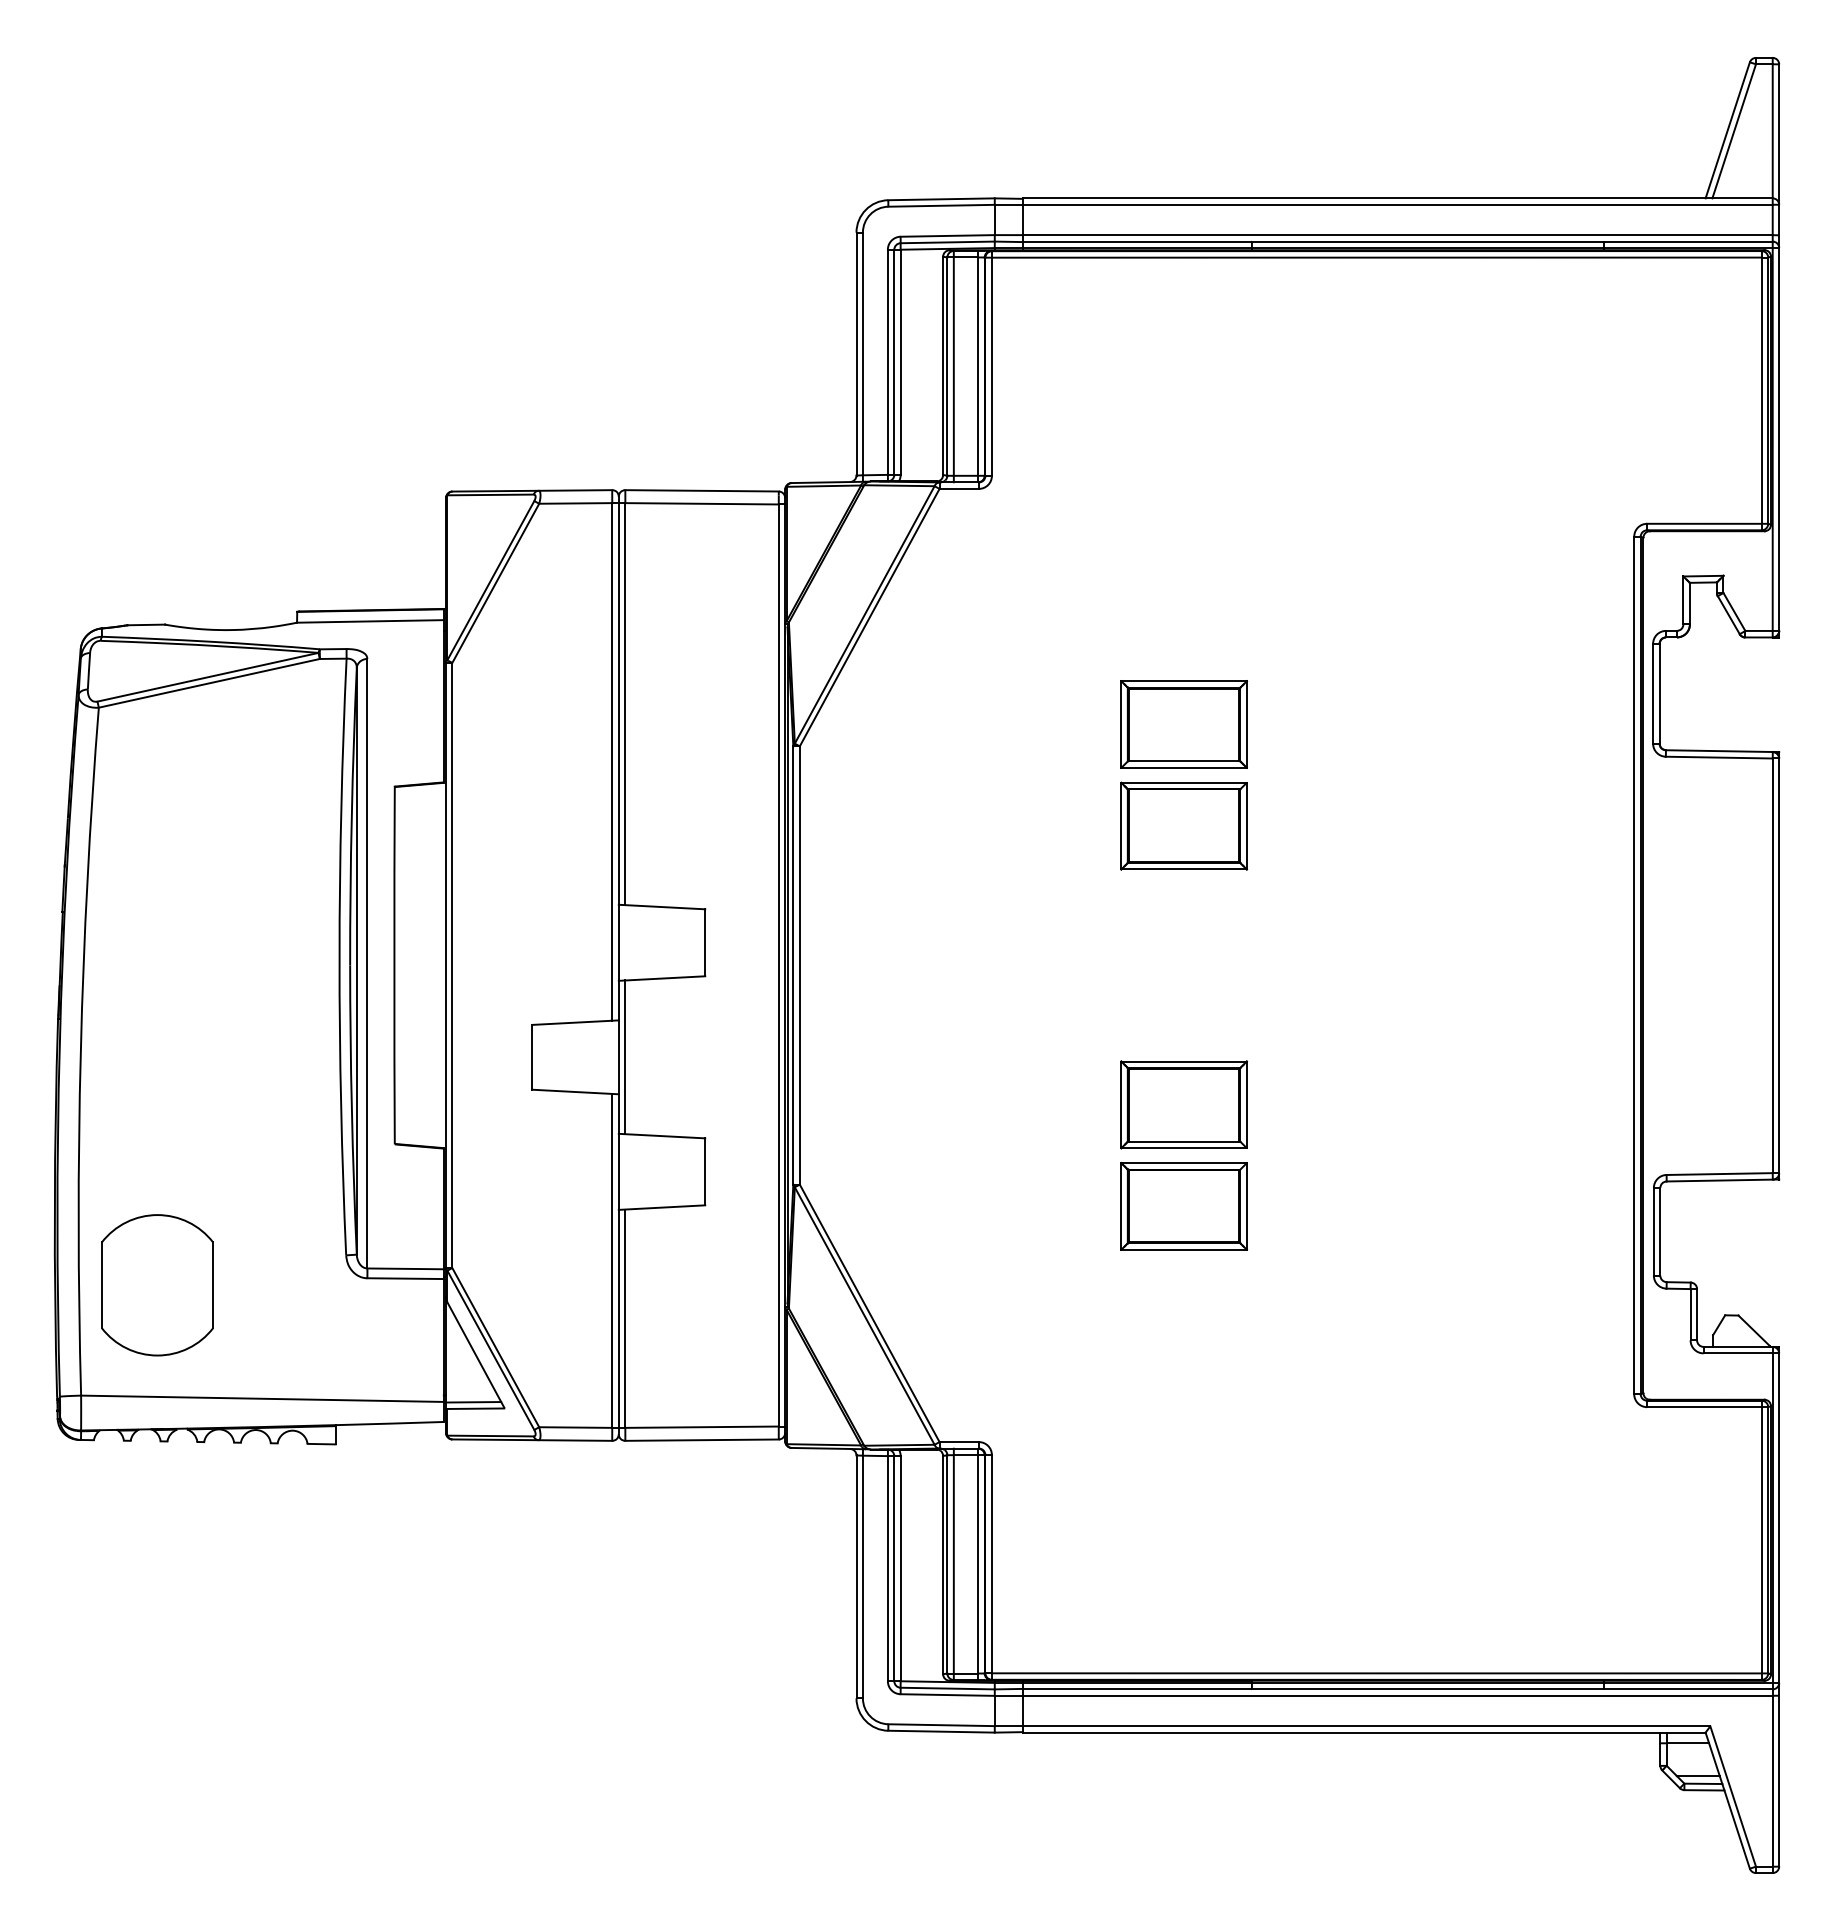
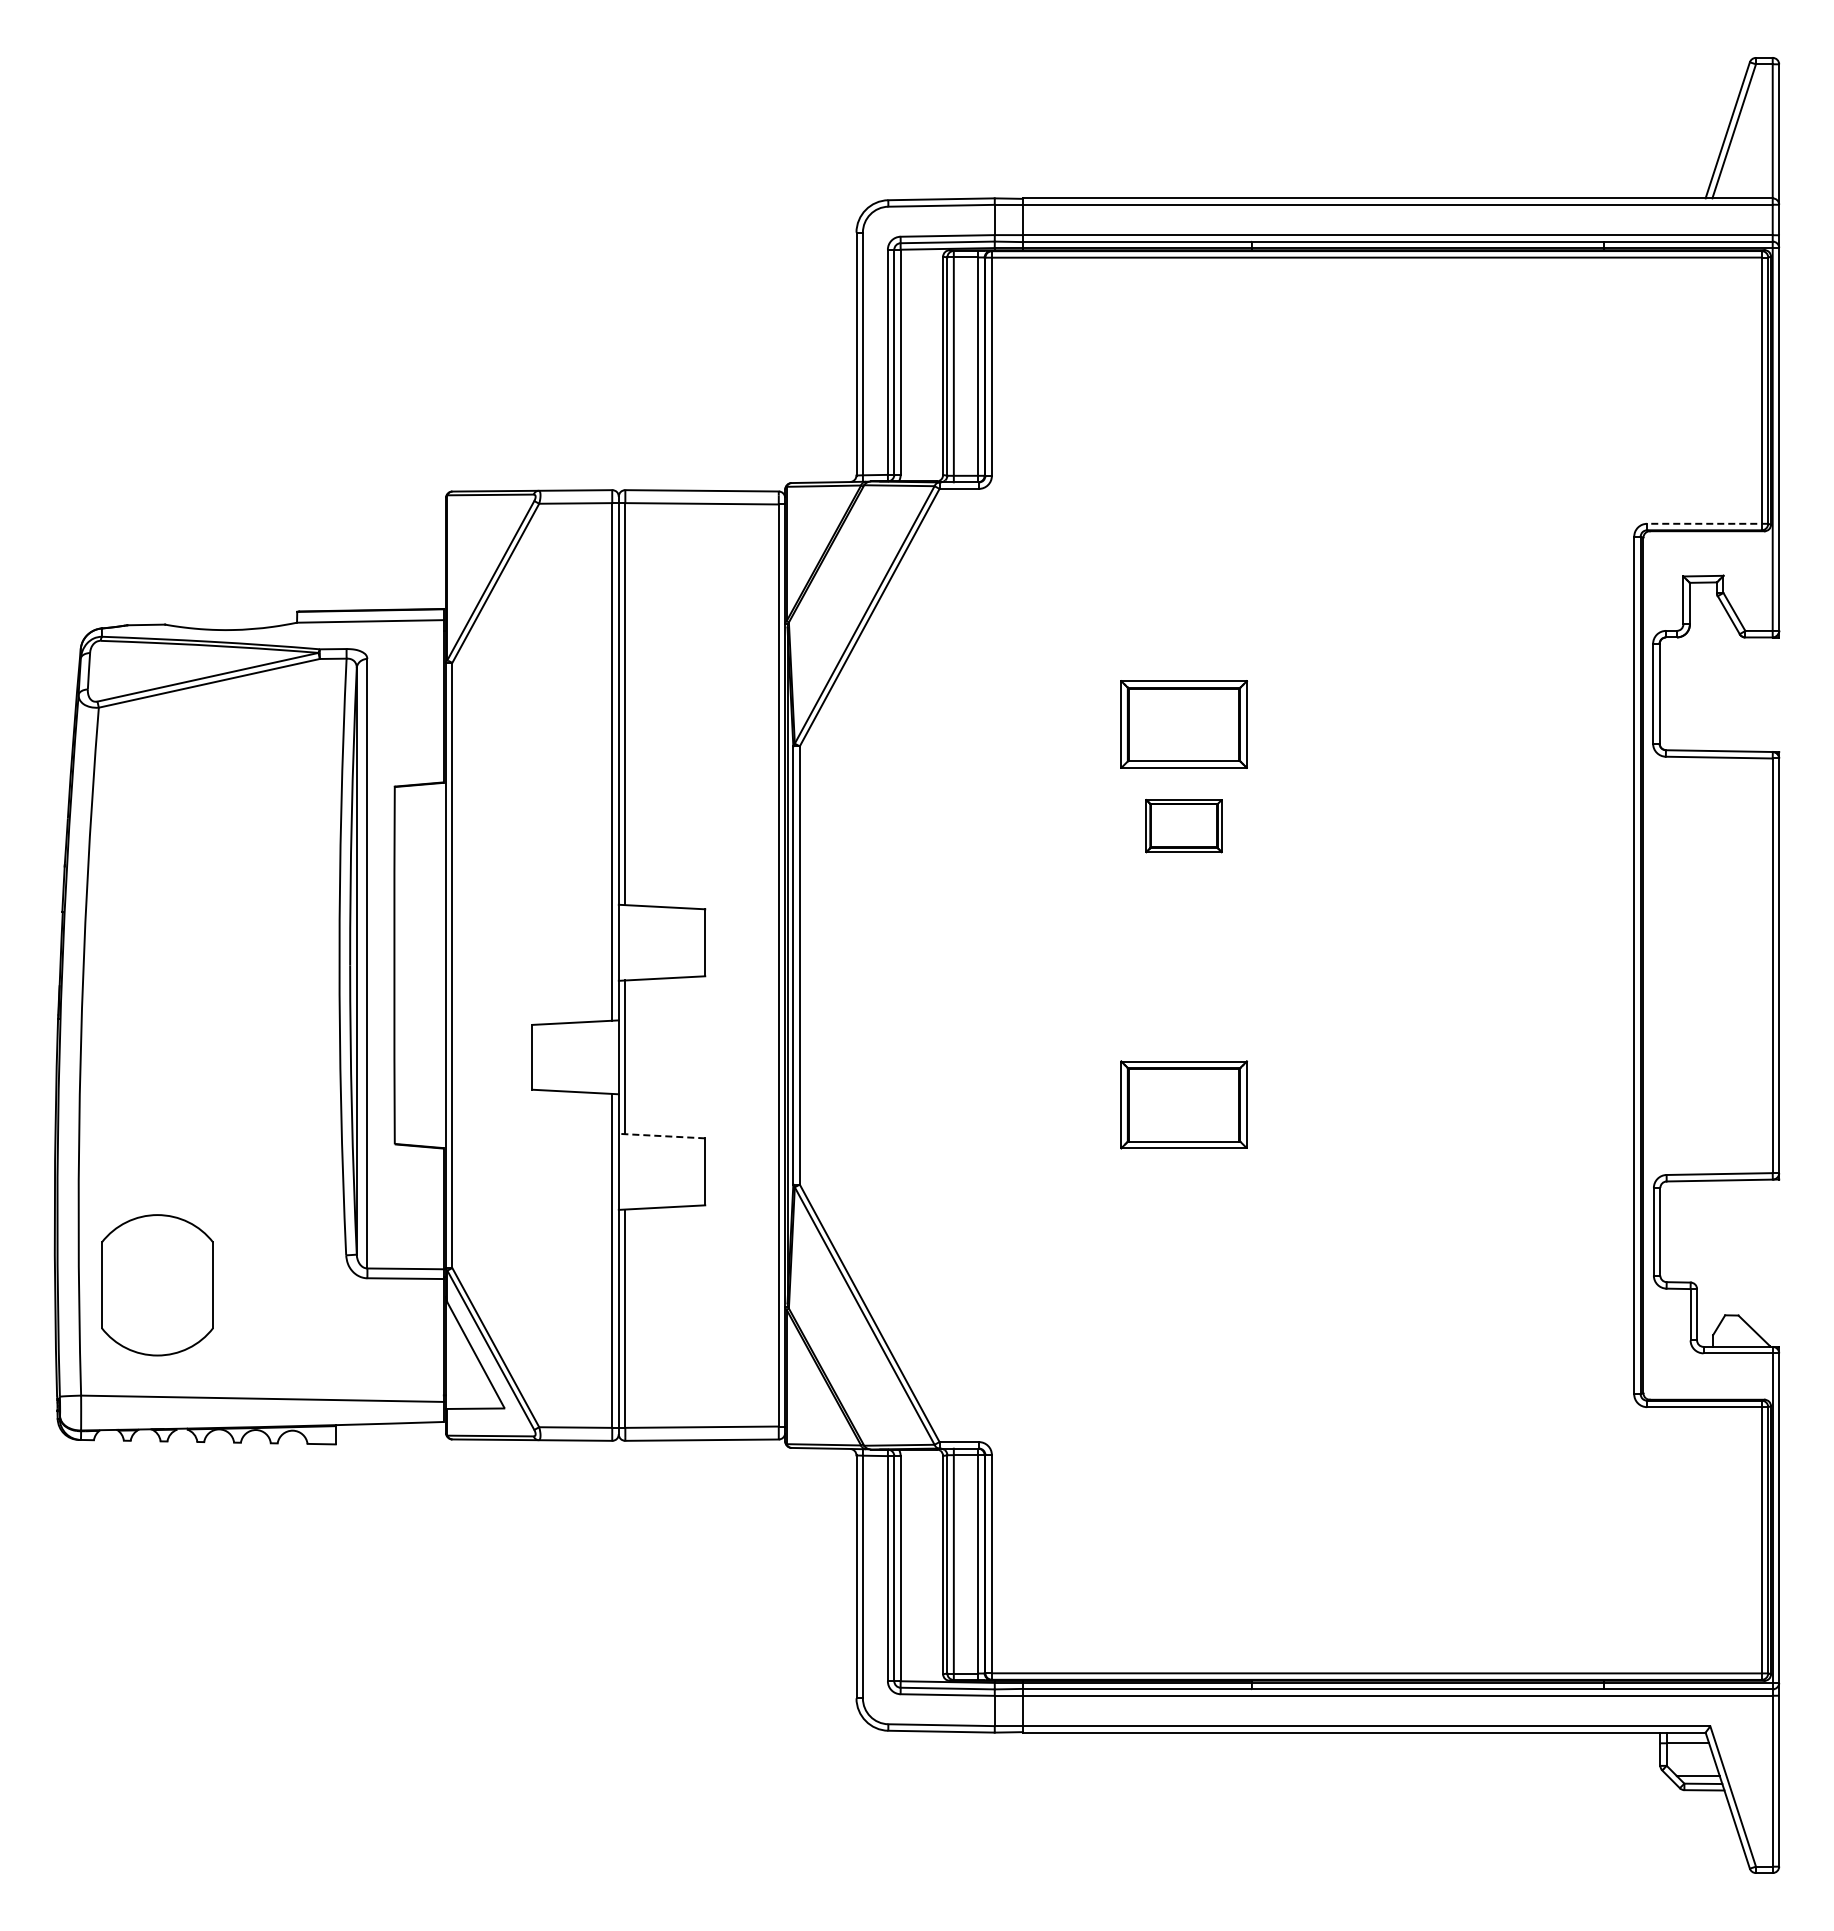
line at (1707, 523): solid -> dashed
part at (1183, 825) size: 128x90 px -> 78x55 px
line at (661, 1136): solid -> dashed
part at (1183, 1206): present -> none
line at (473, 1402): present -> none
